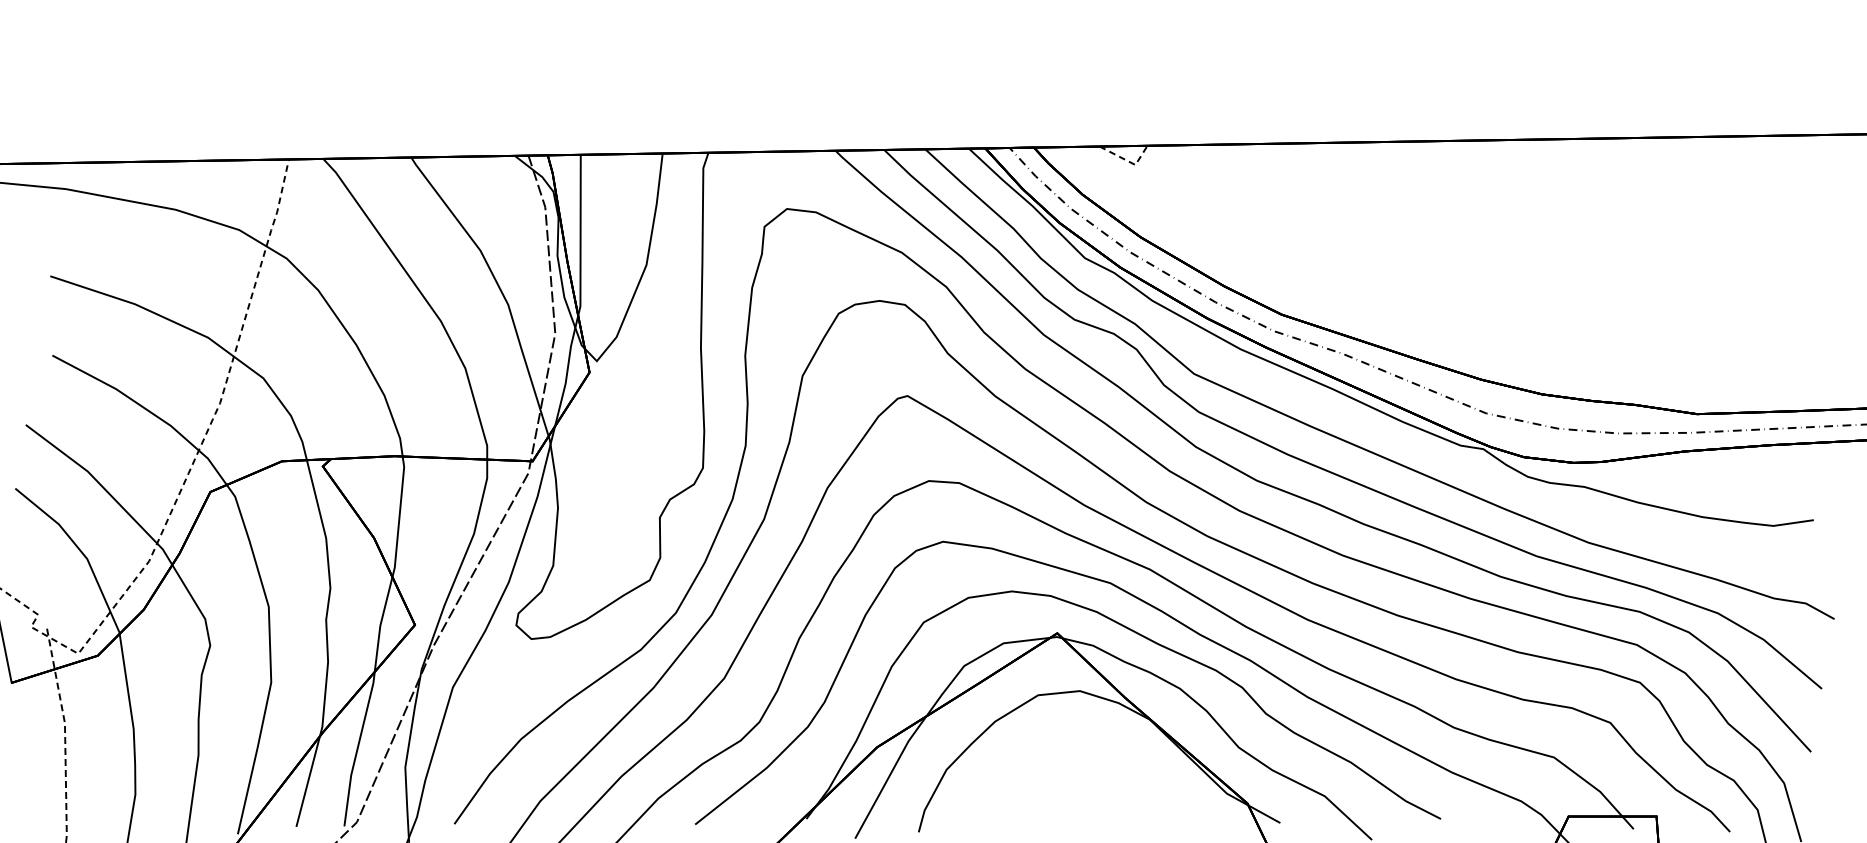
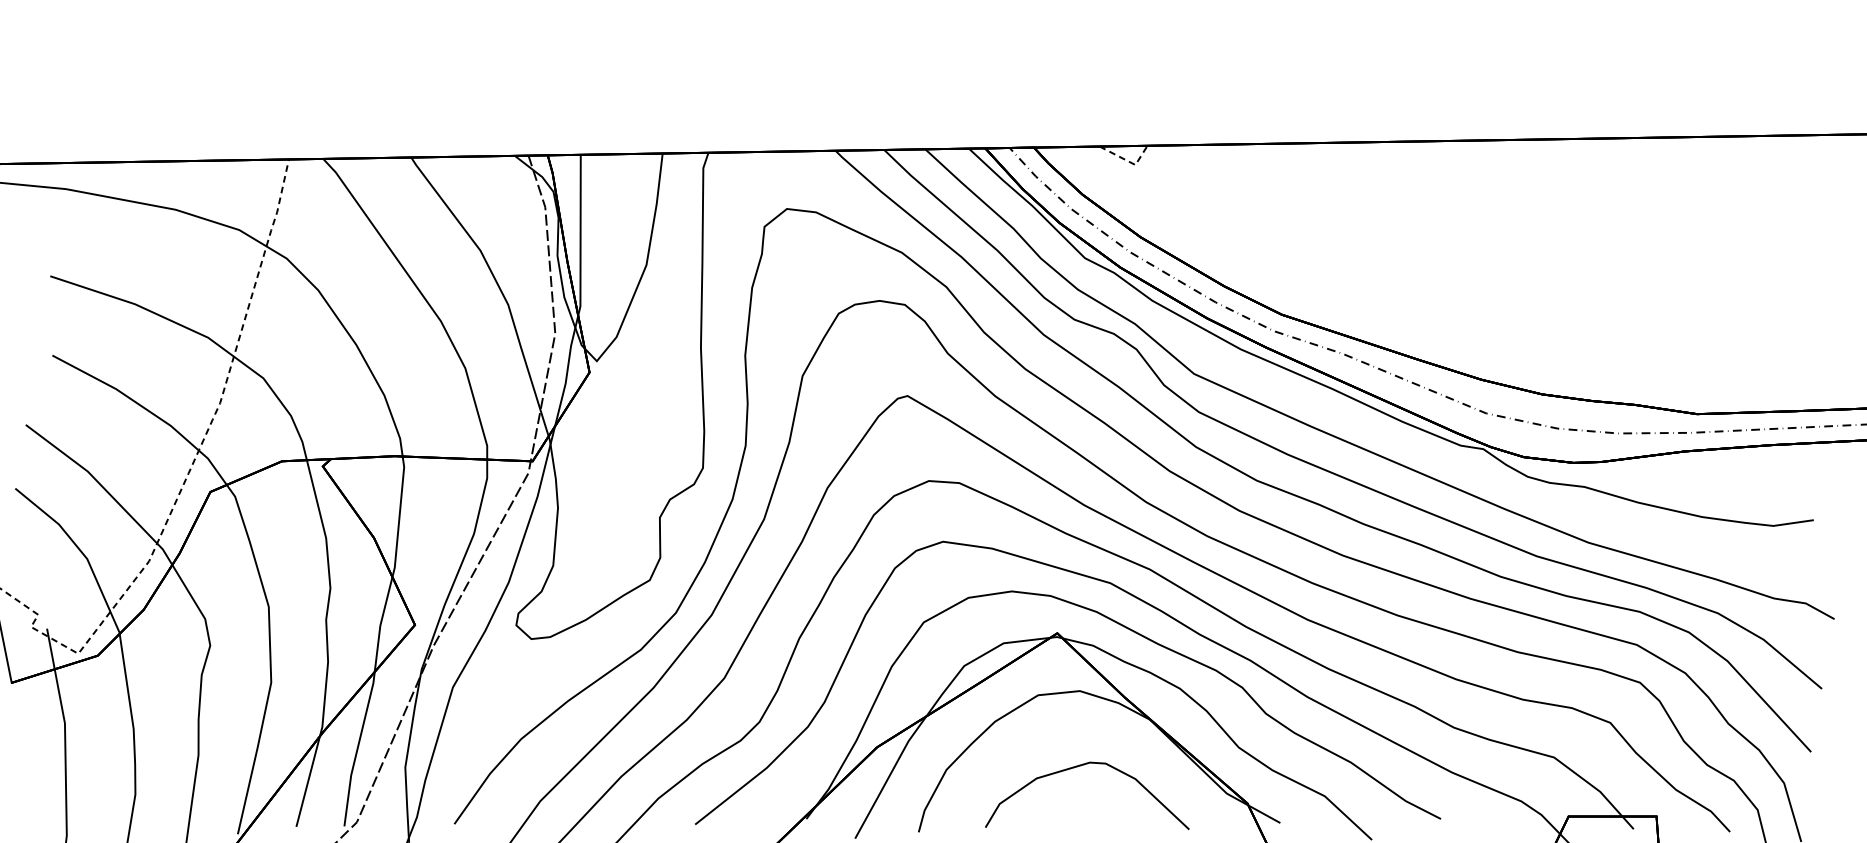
line at (65, 735): dashed -> solid
curve at (1081, 766): none -> present
